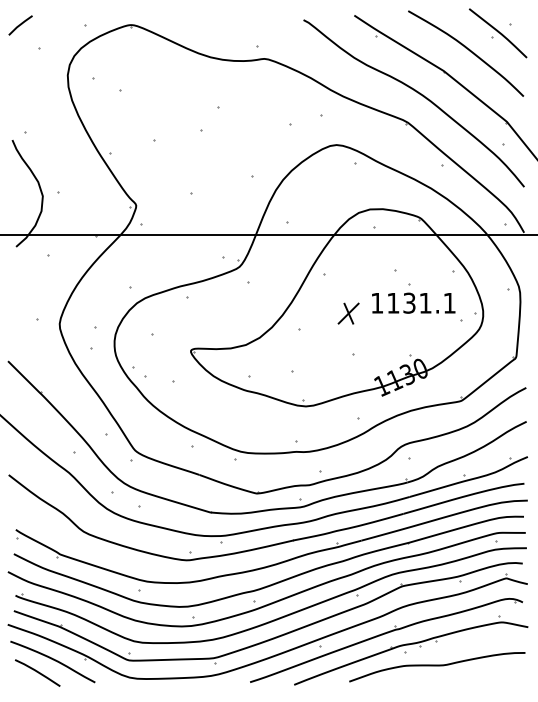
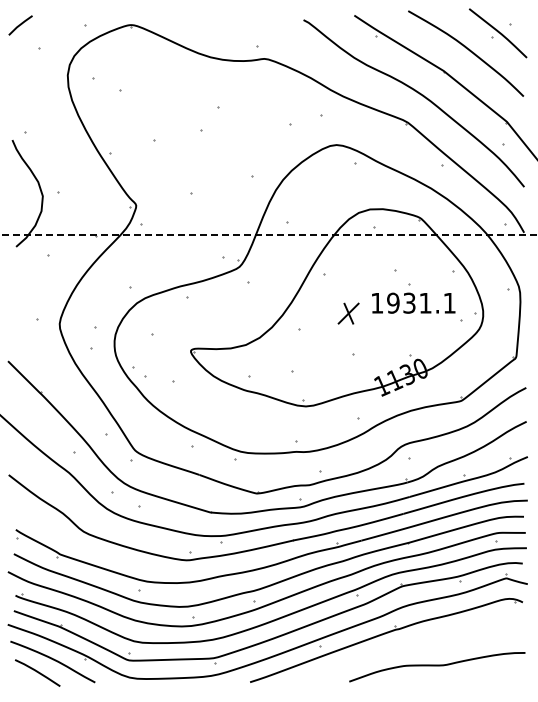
line at (269, 235): solid -> dashed
text at (393, 302): 1131.1 -> 1931.1
part at (411, 650): present -> none
